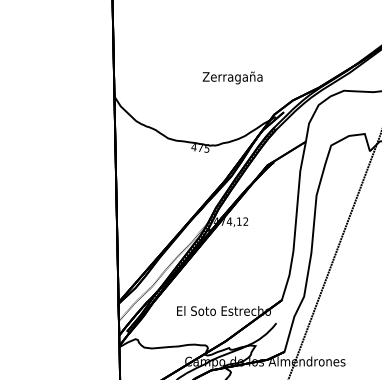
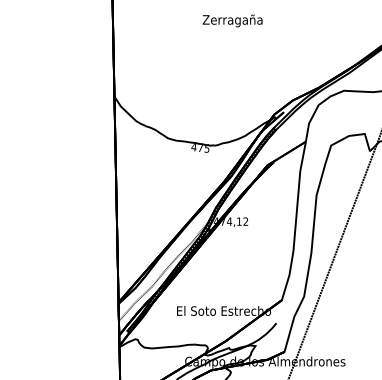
text at (232, 77) position: (232, 77) -> (232, 20)
